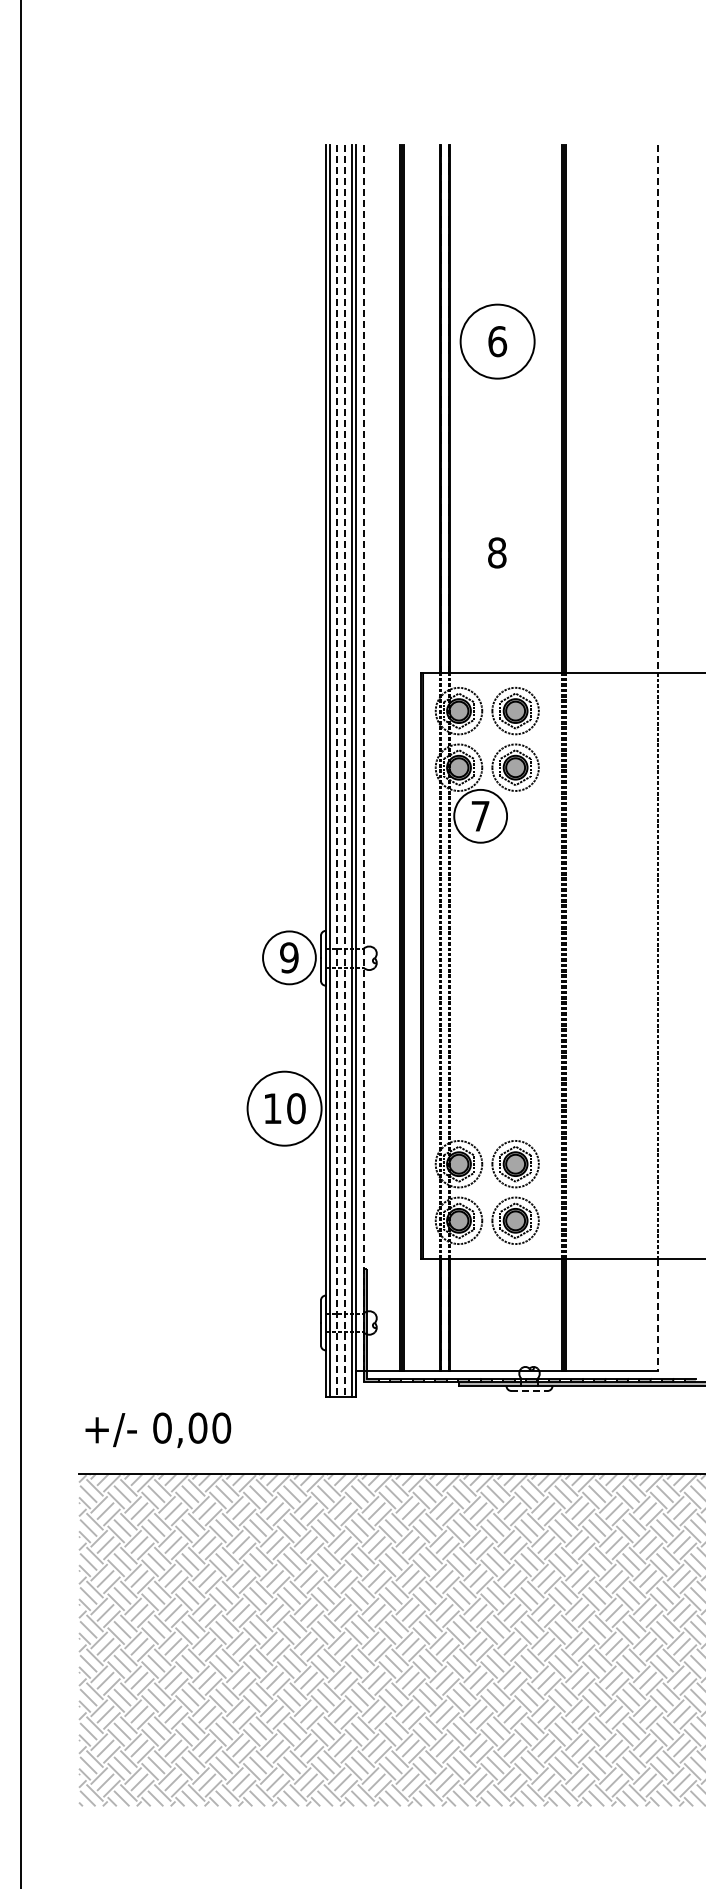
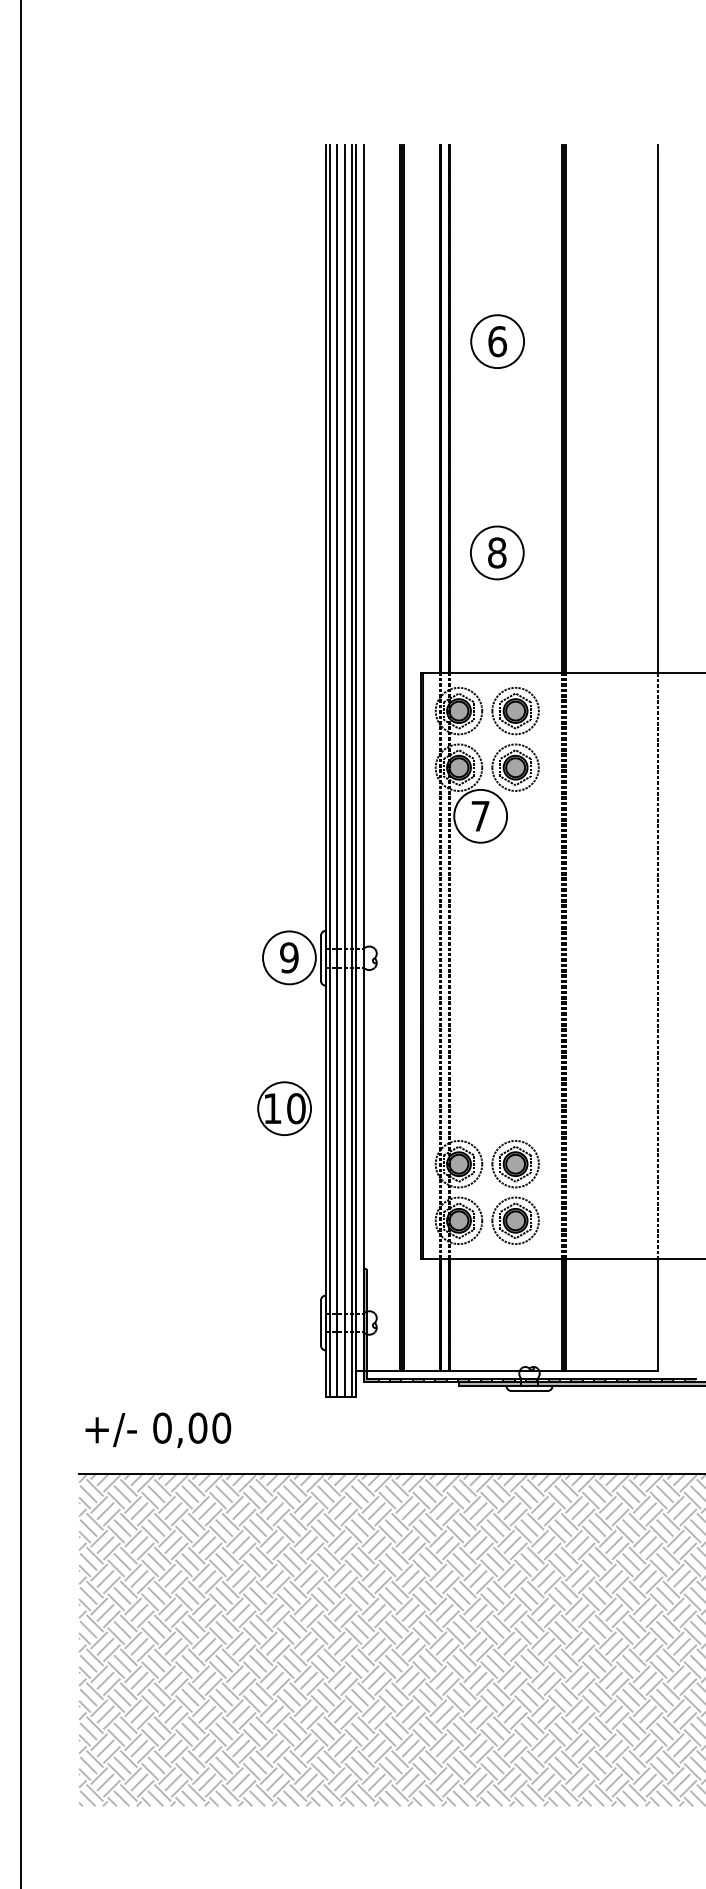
circle at (497, 341) diameter: 74 px -> 53 px
line at (658, 409): dashed -> solid
circle at (497, 552): none -> present
line at (363, 758): dashed -> solid
line at (337, 771): dashed -> solid
line at (344, 771): dashed -> solid
circle at (284, 1108) diameter: 74 px -> 53 px
line at (658, 1315): dashed -> solid
line at (530, 1391): dashed -> solid
